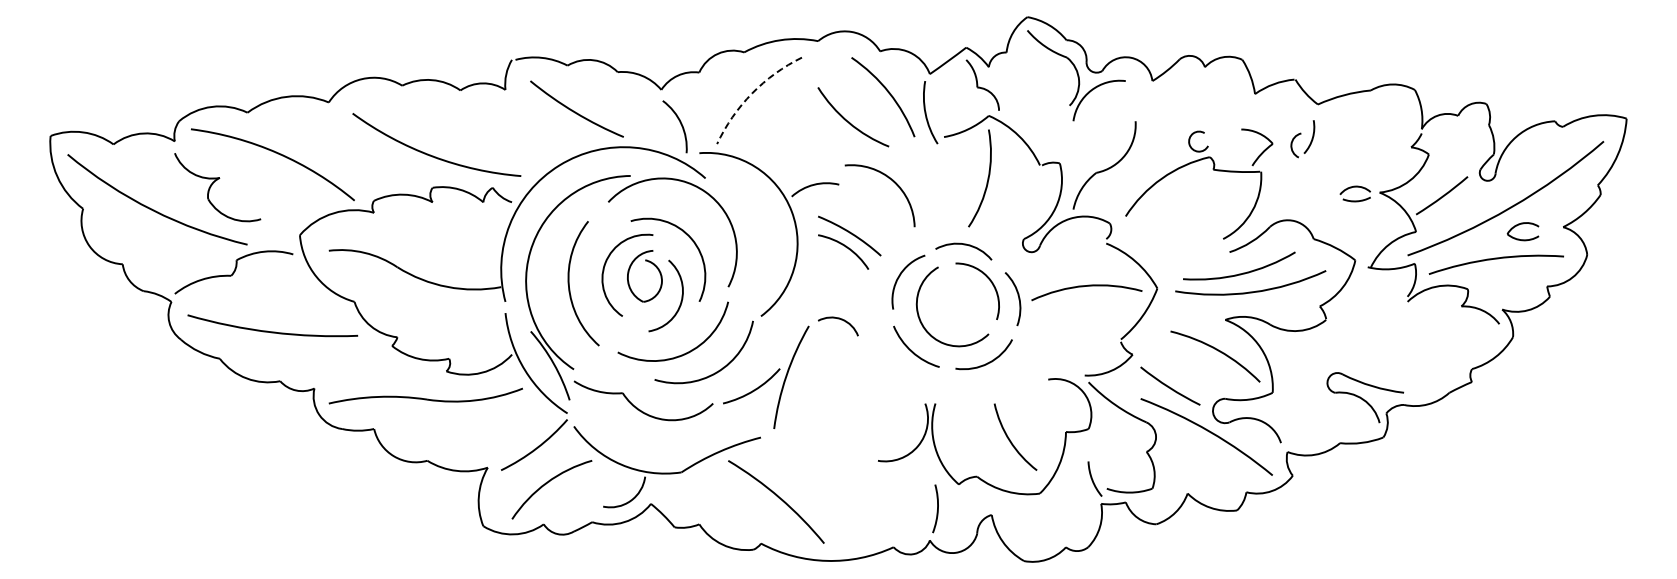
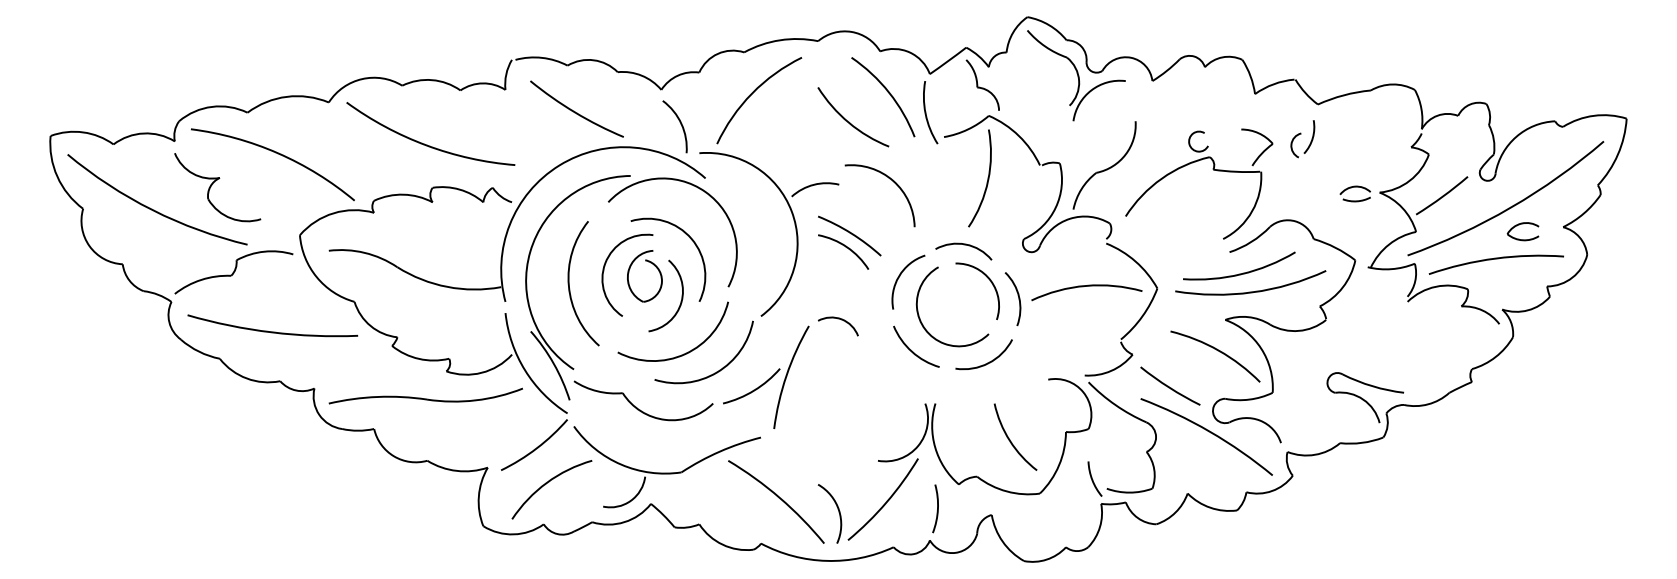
arc at (752, 93): dashed -> solid
arc at (433, 155) position: (433, 155) -> (427, 144)
part at (878, 509): none -> present
